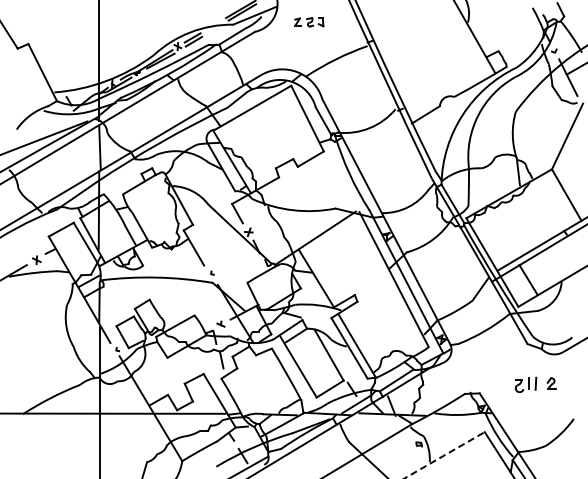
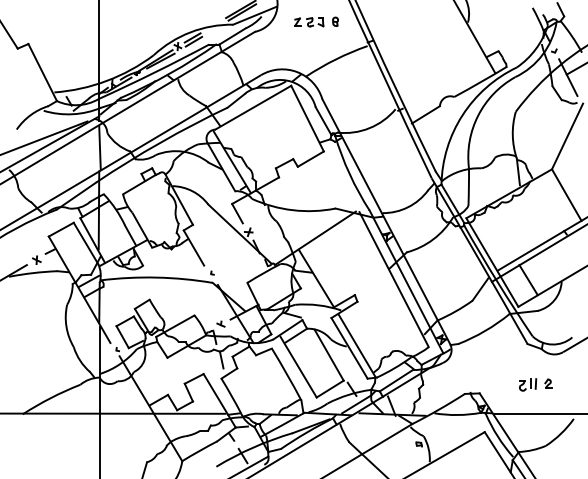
part at (335, 21): none -> present
part at (535, 384) size: 42x18 px -> 34x14 px
line at (539, 414): none -> present
line at (444, 455): dashed -> solid
